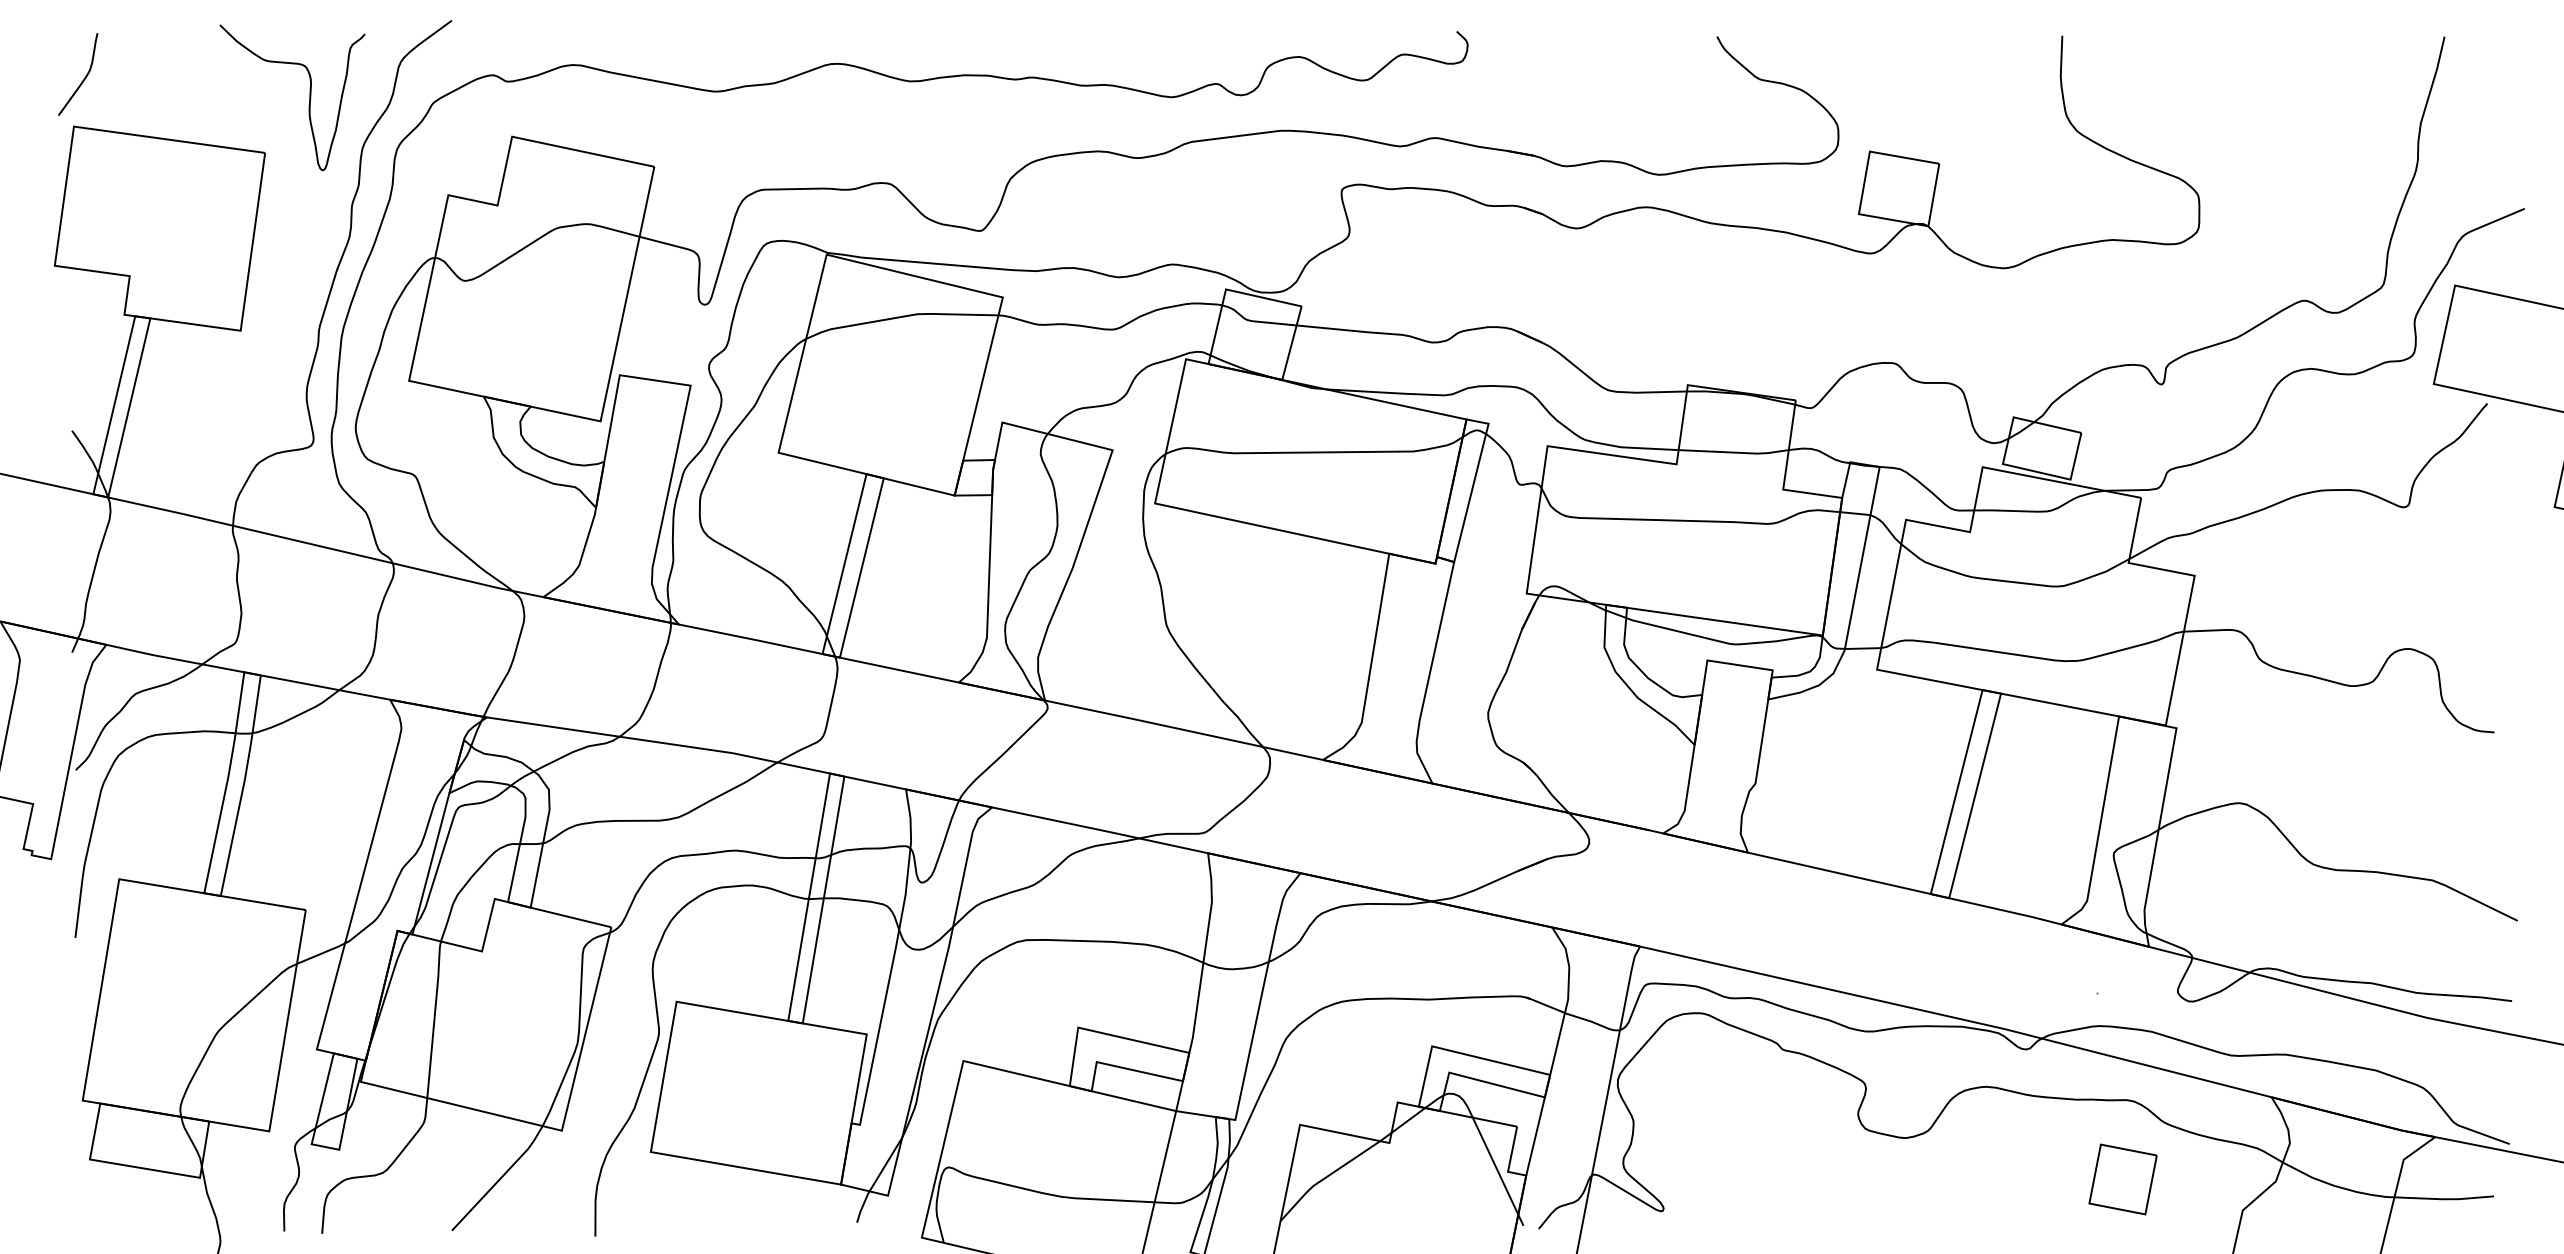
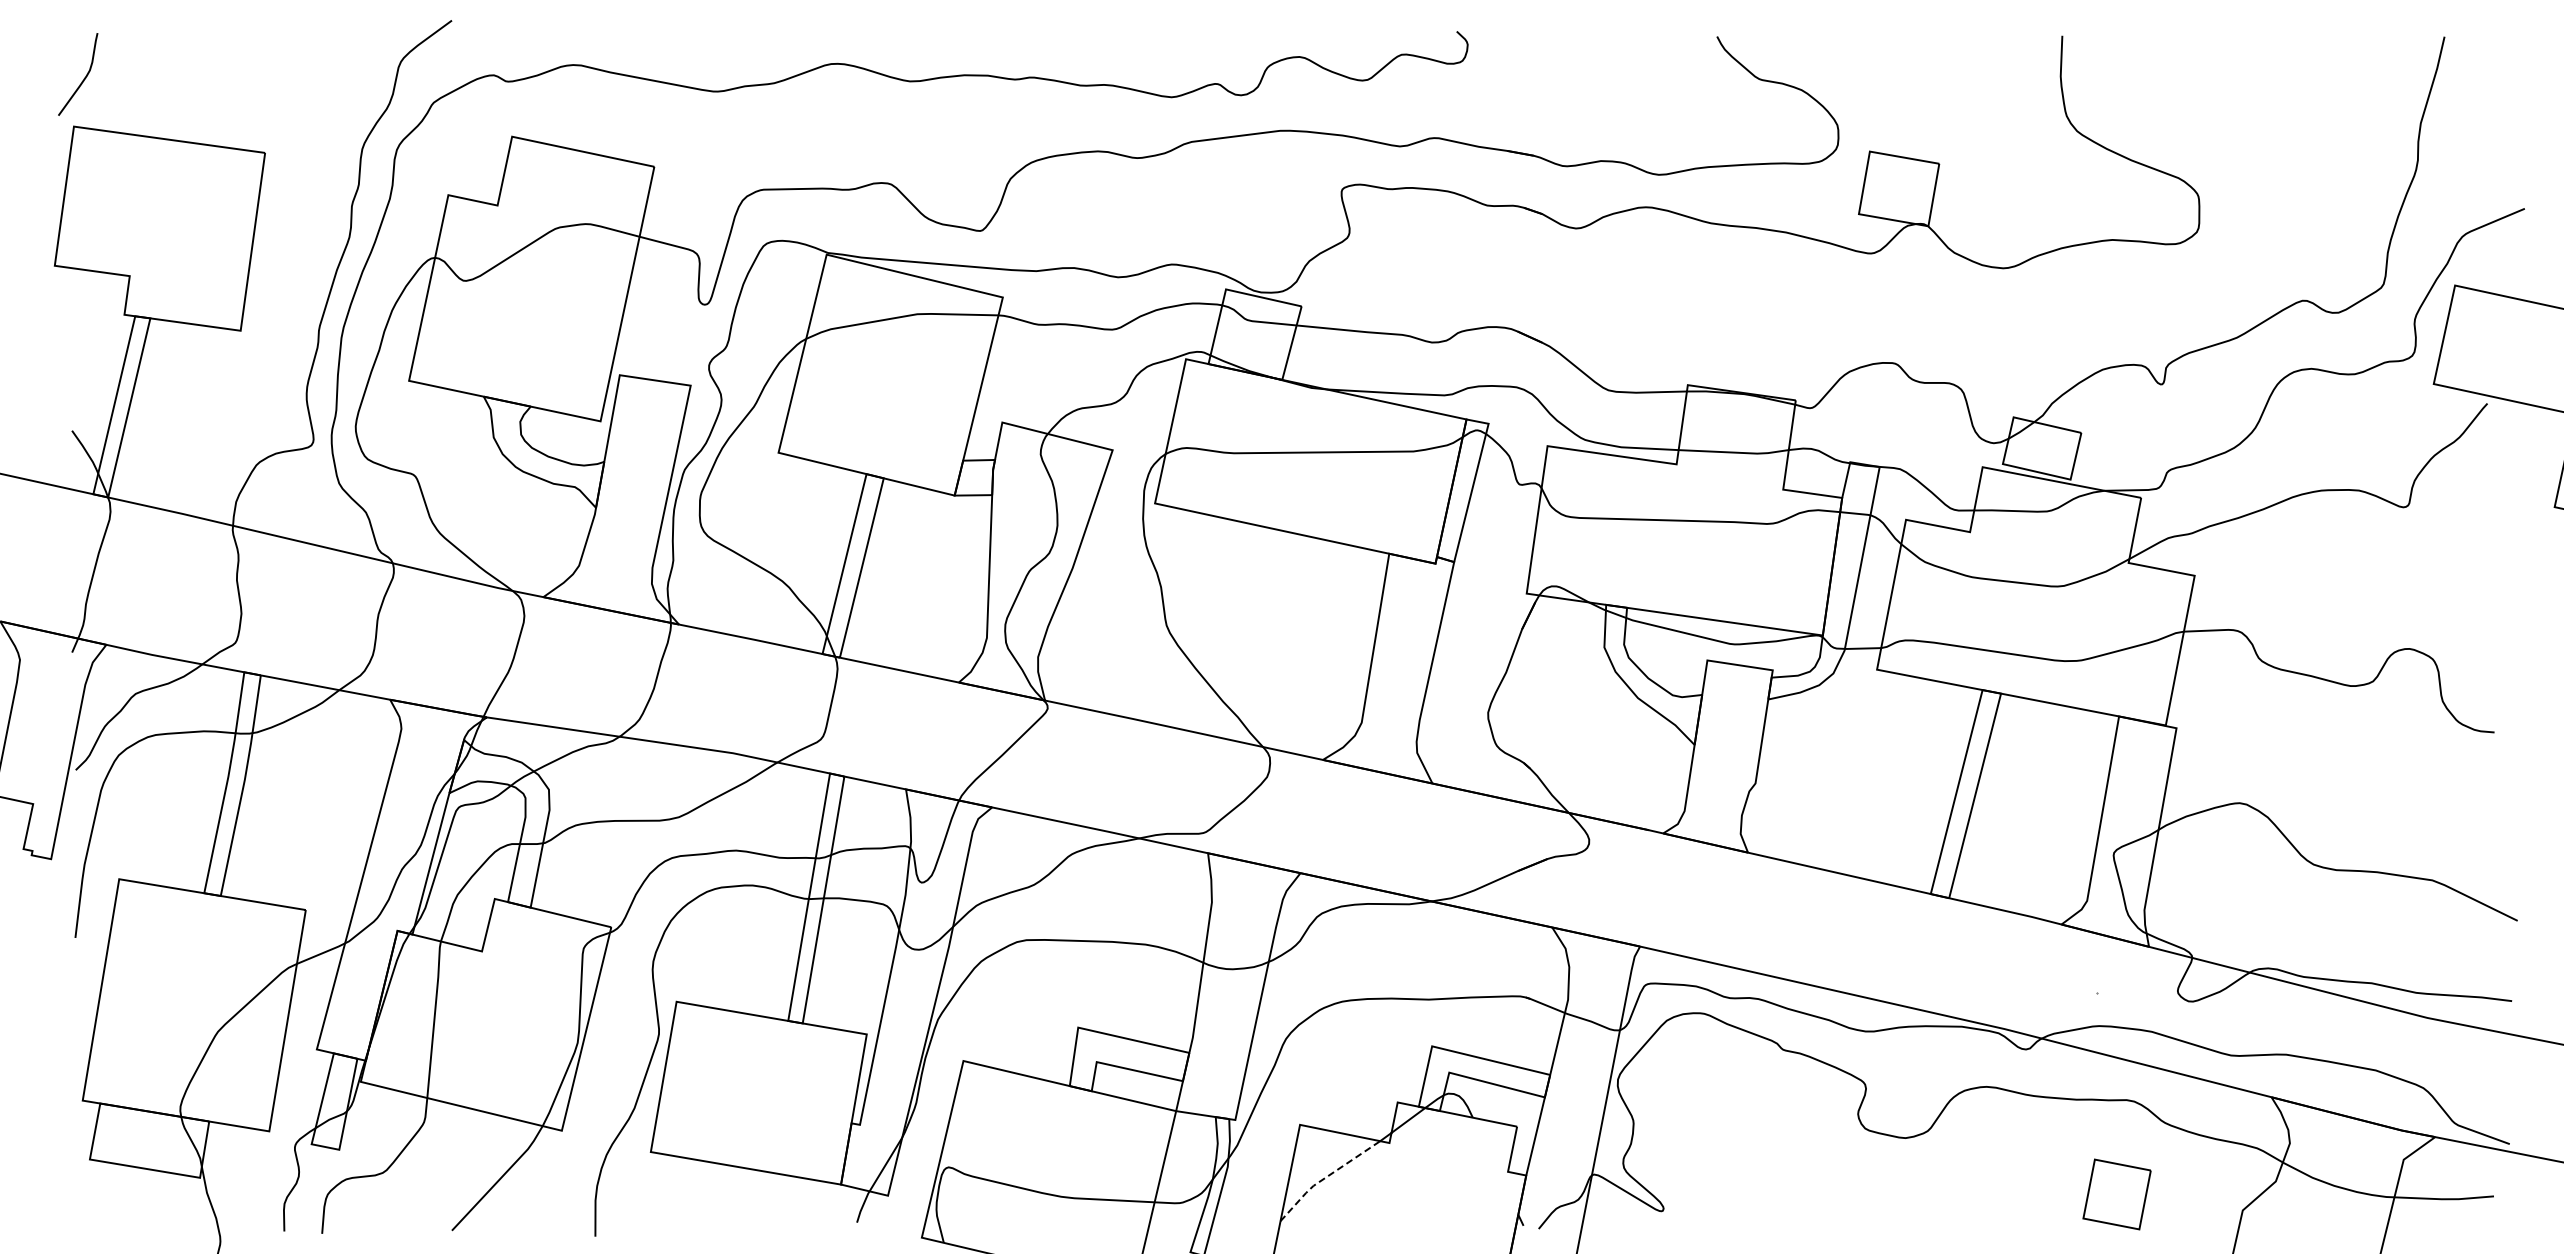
curve at (309, 97): present -> none
line at (1495, 1165): present -> none
line at (1325, 1177): solid -> dashed
part at (2122, 1179) position: (2122, 1179) -> (2116, 1194)
